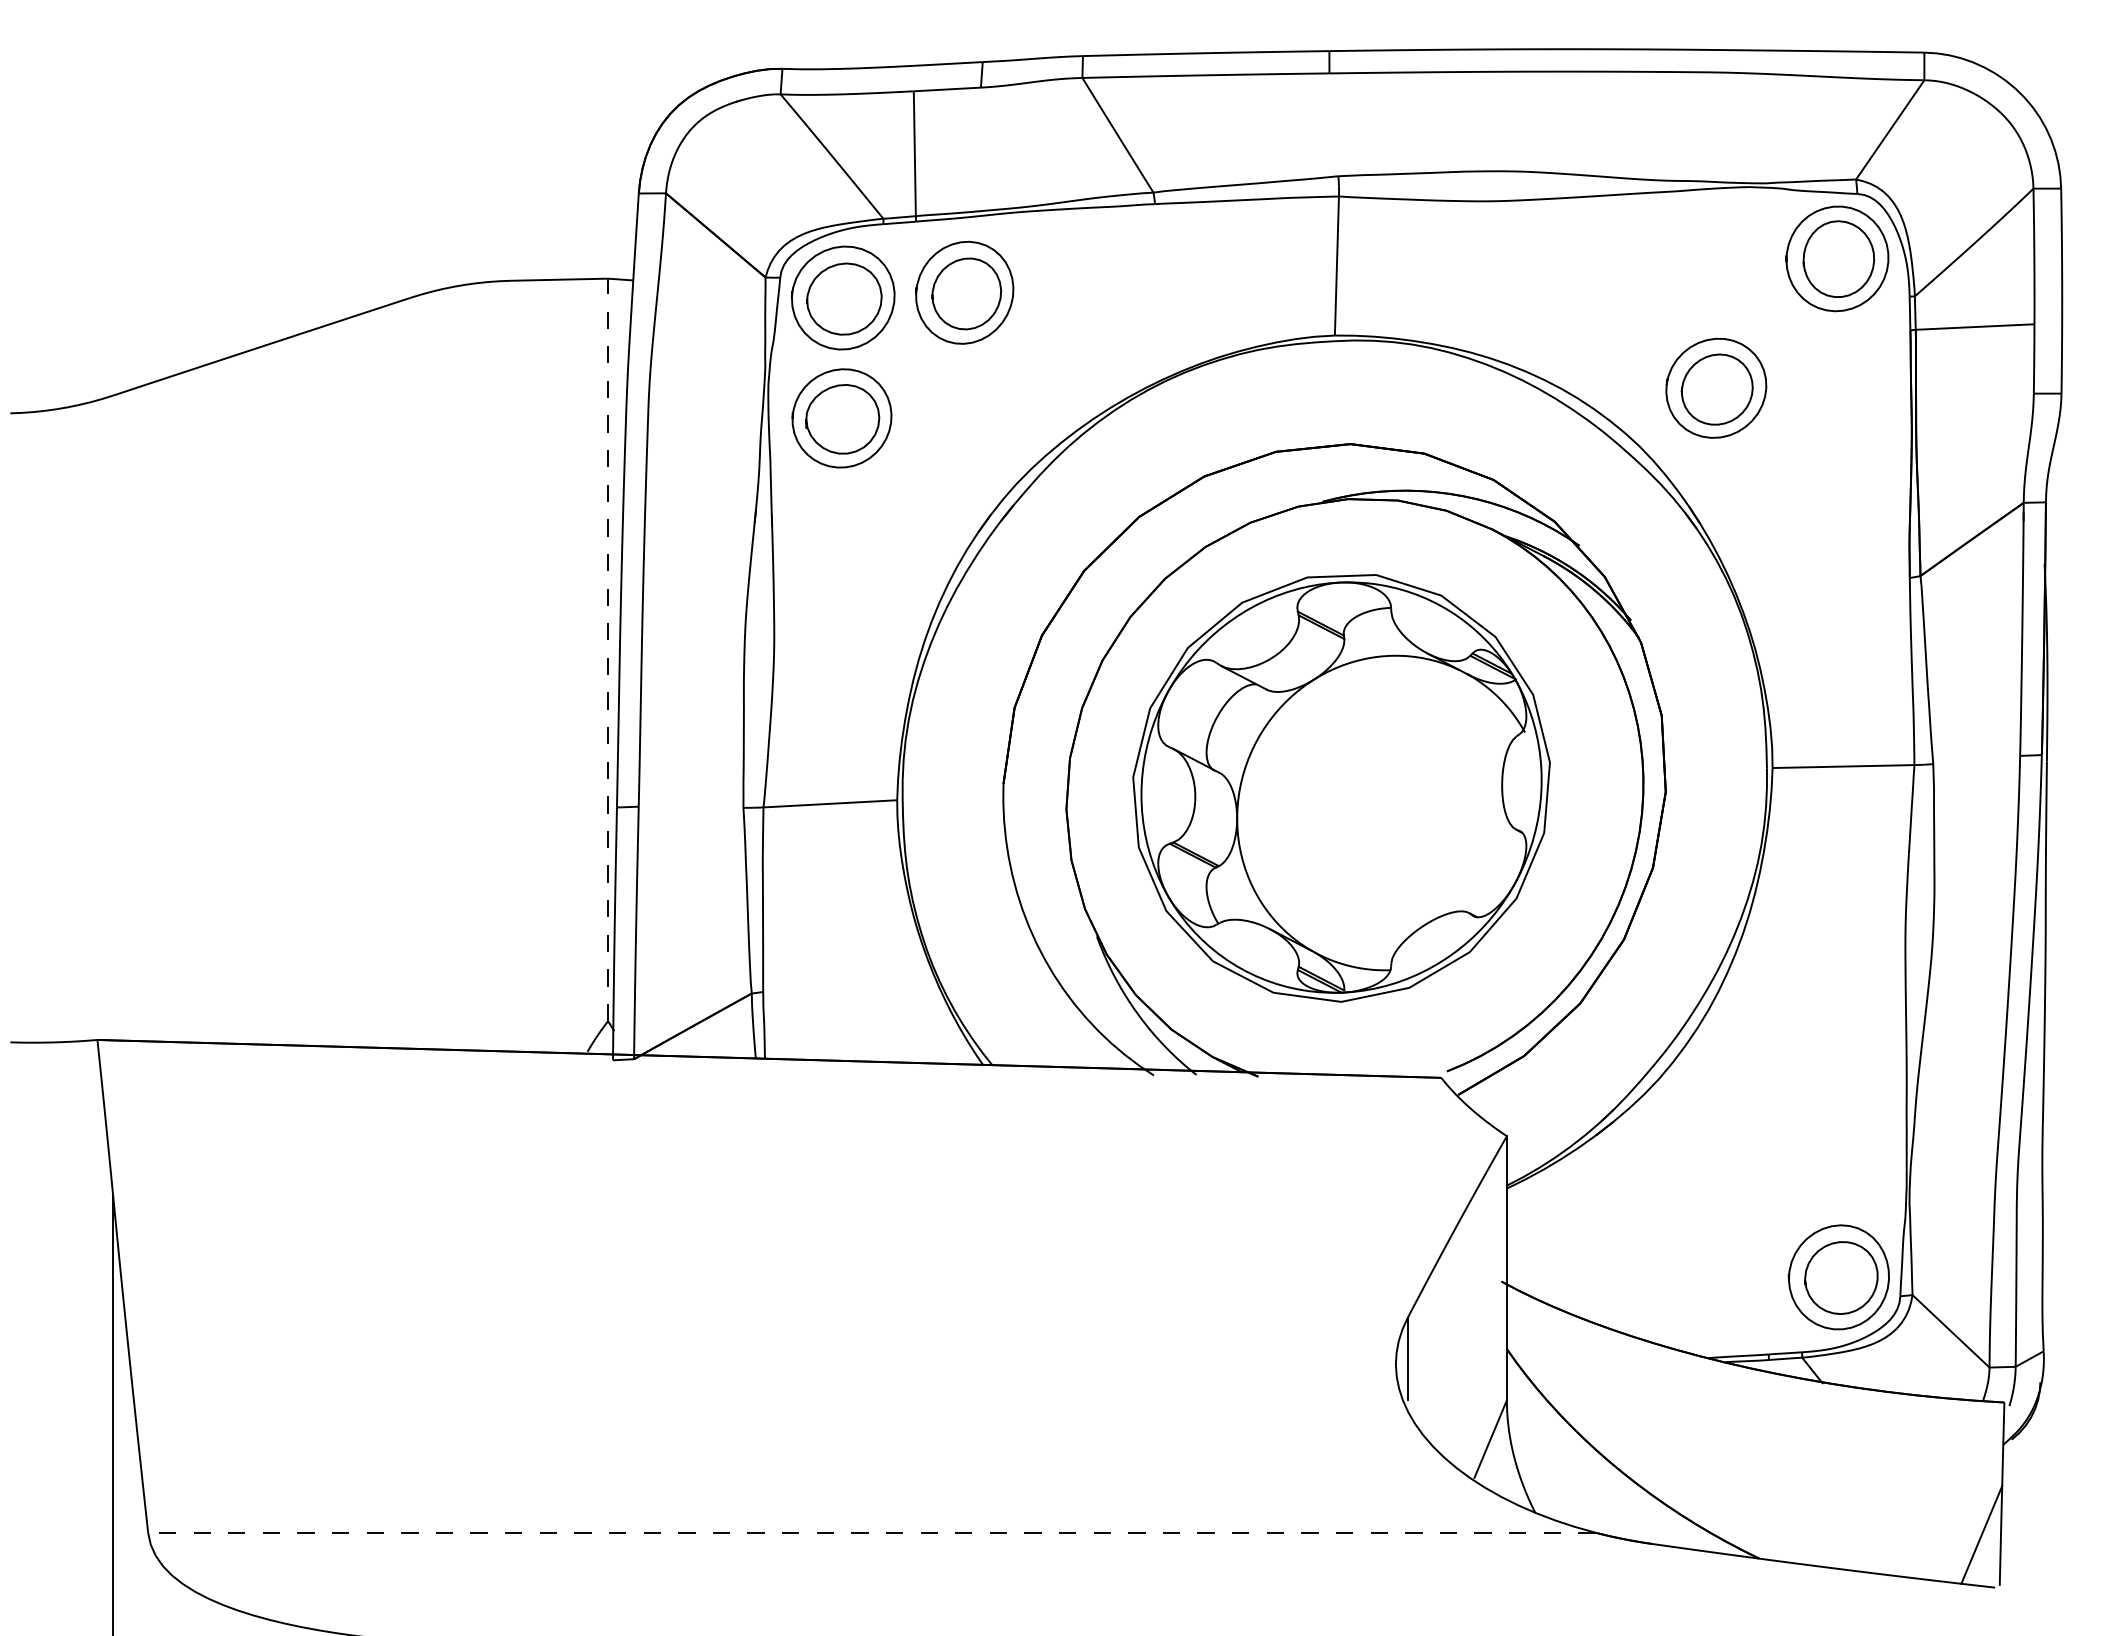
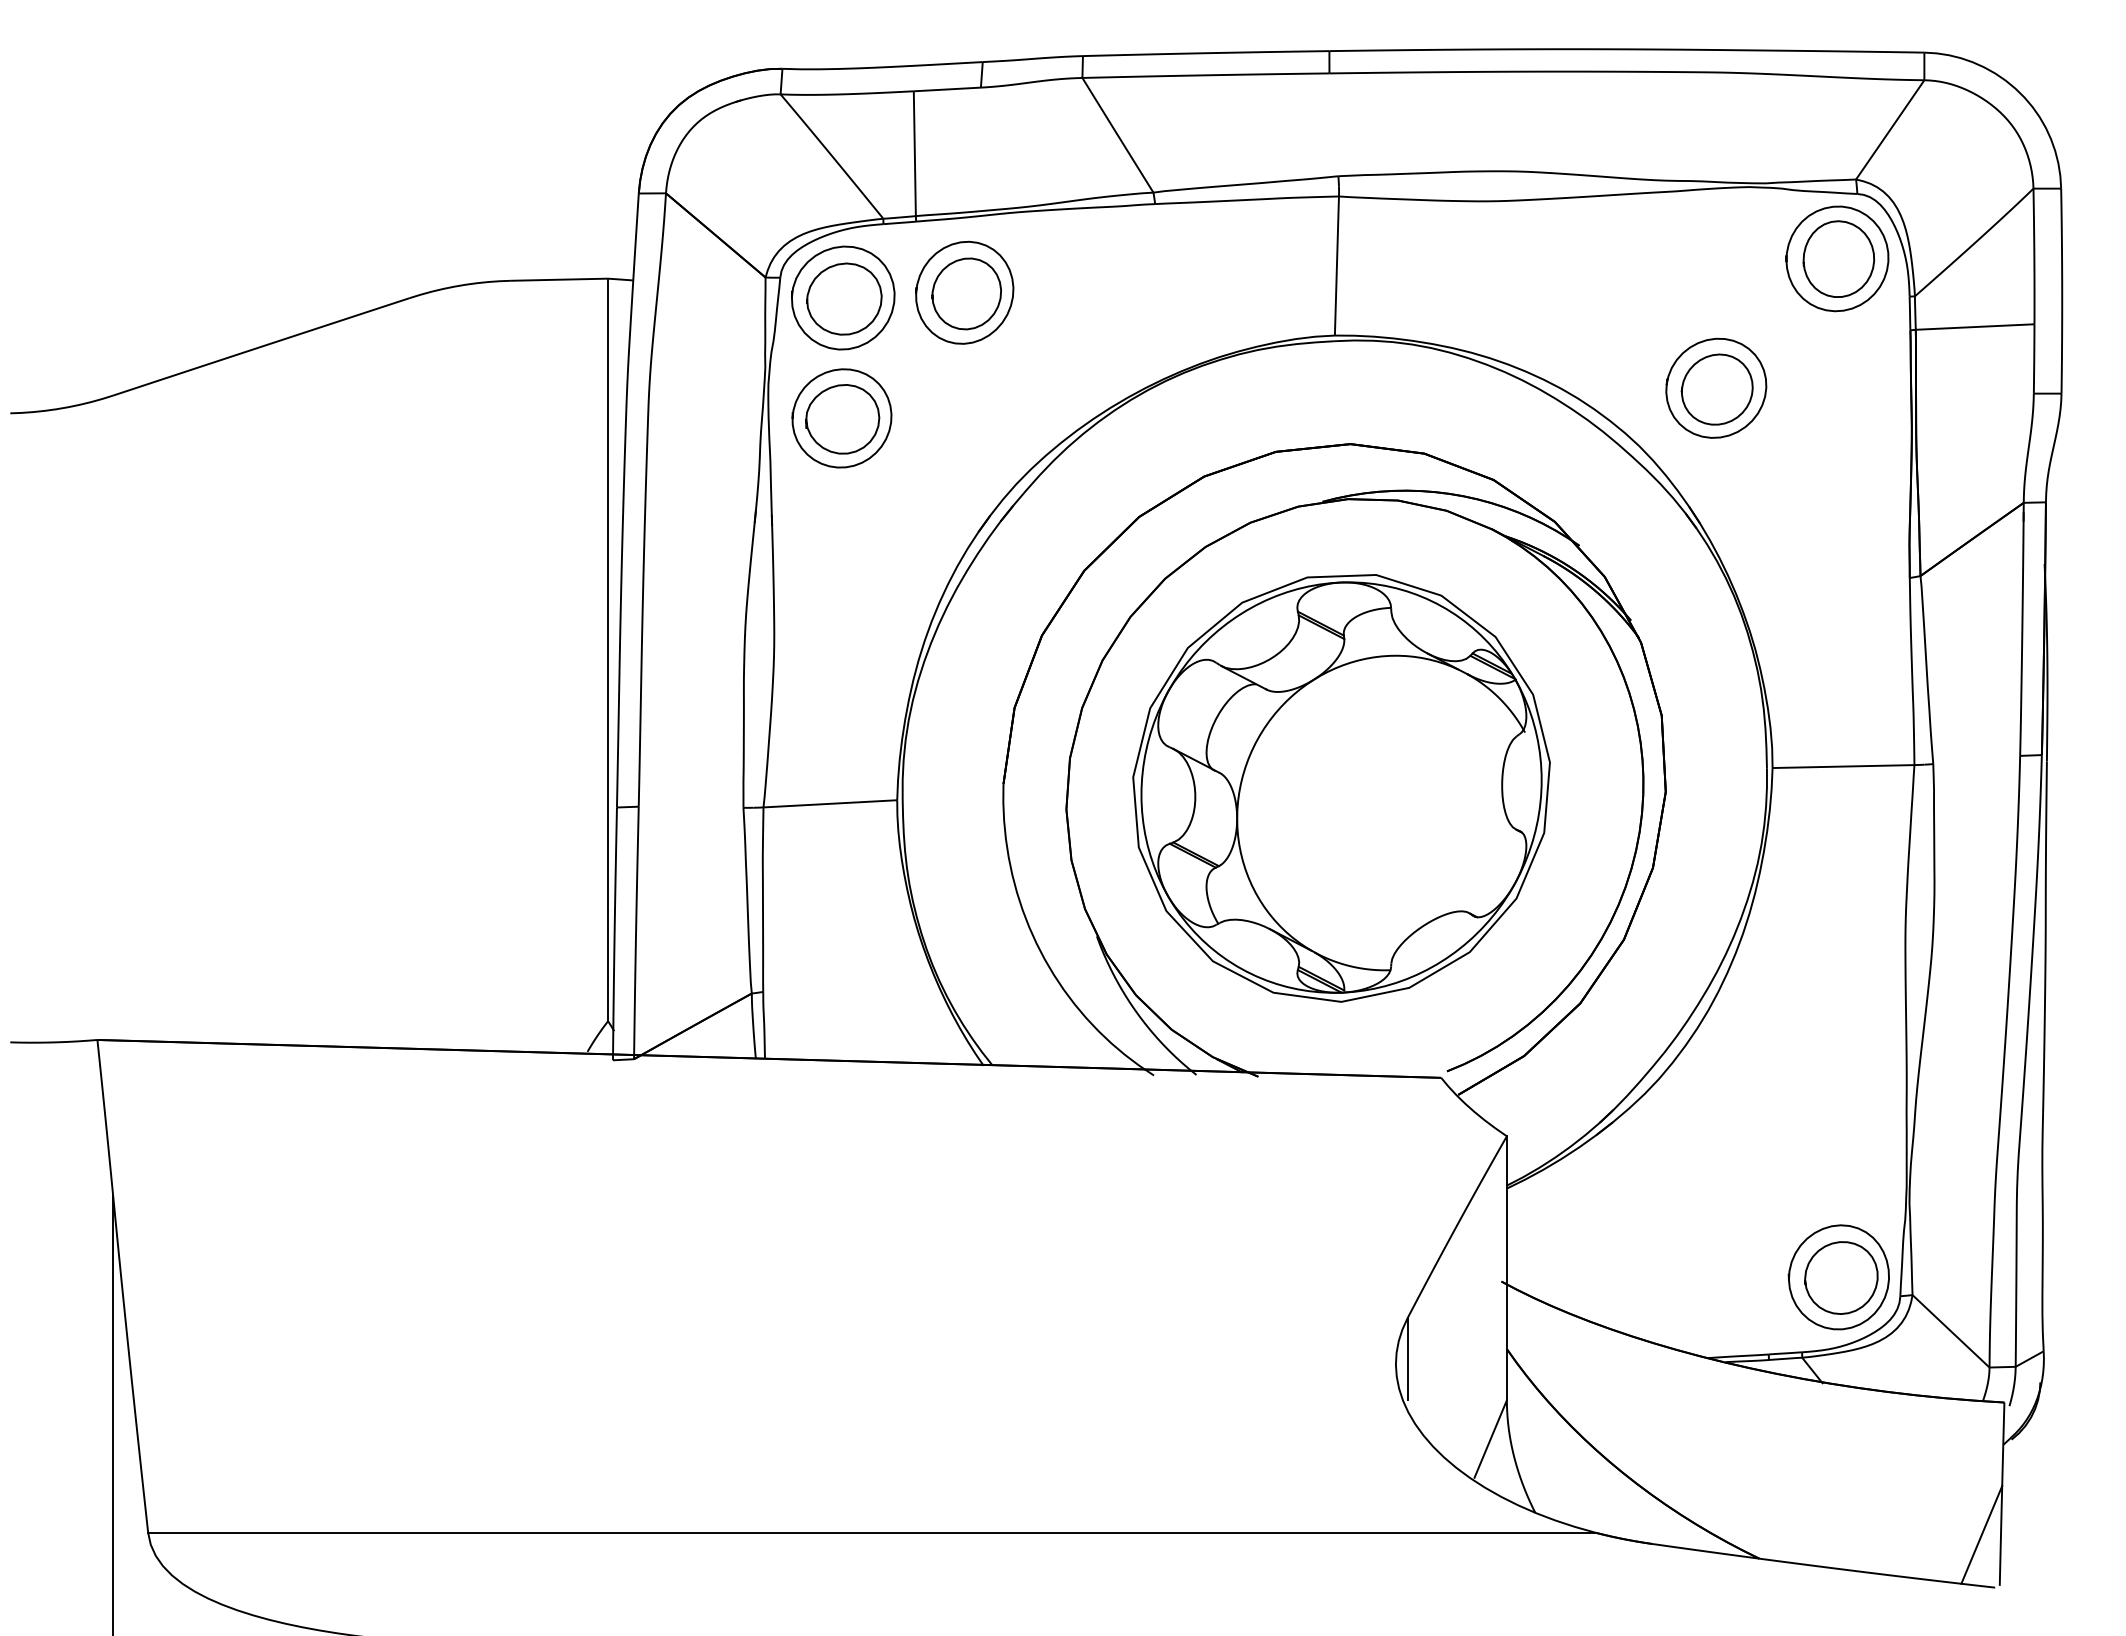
line at (608, 649): dashed -> solid
line at (871, 1532): dashed -> solid
